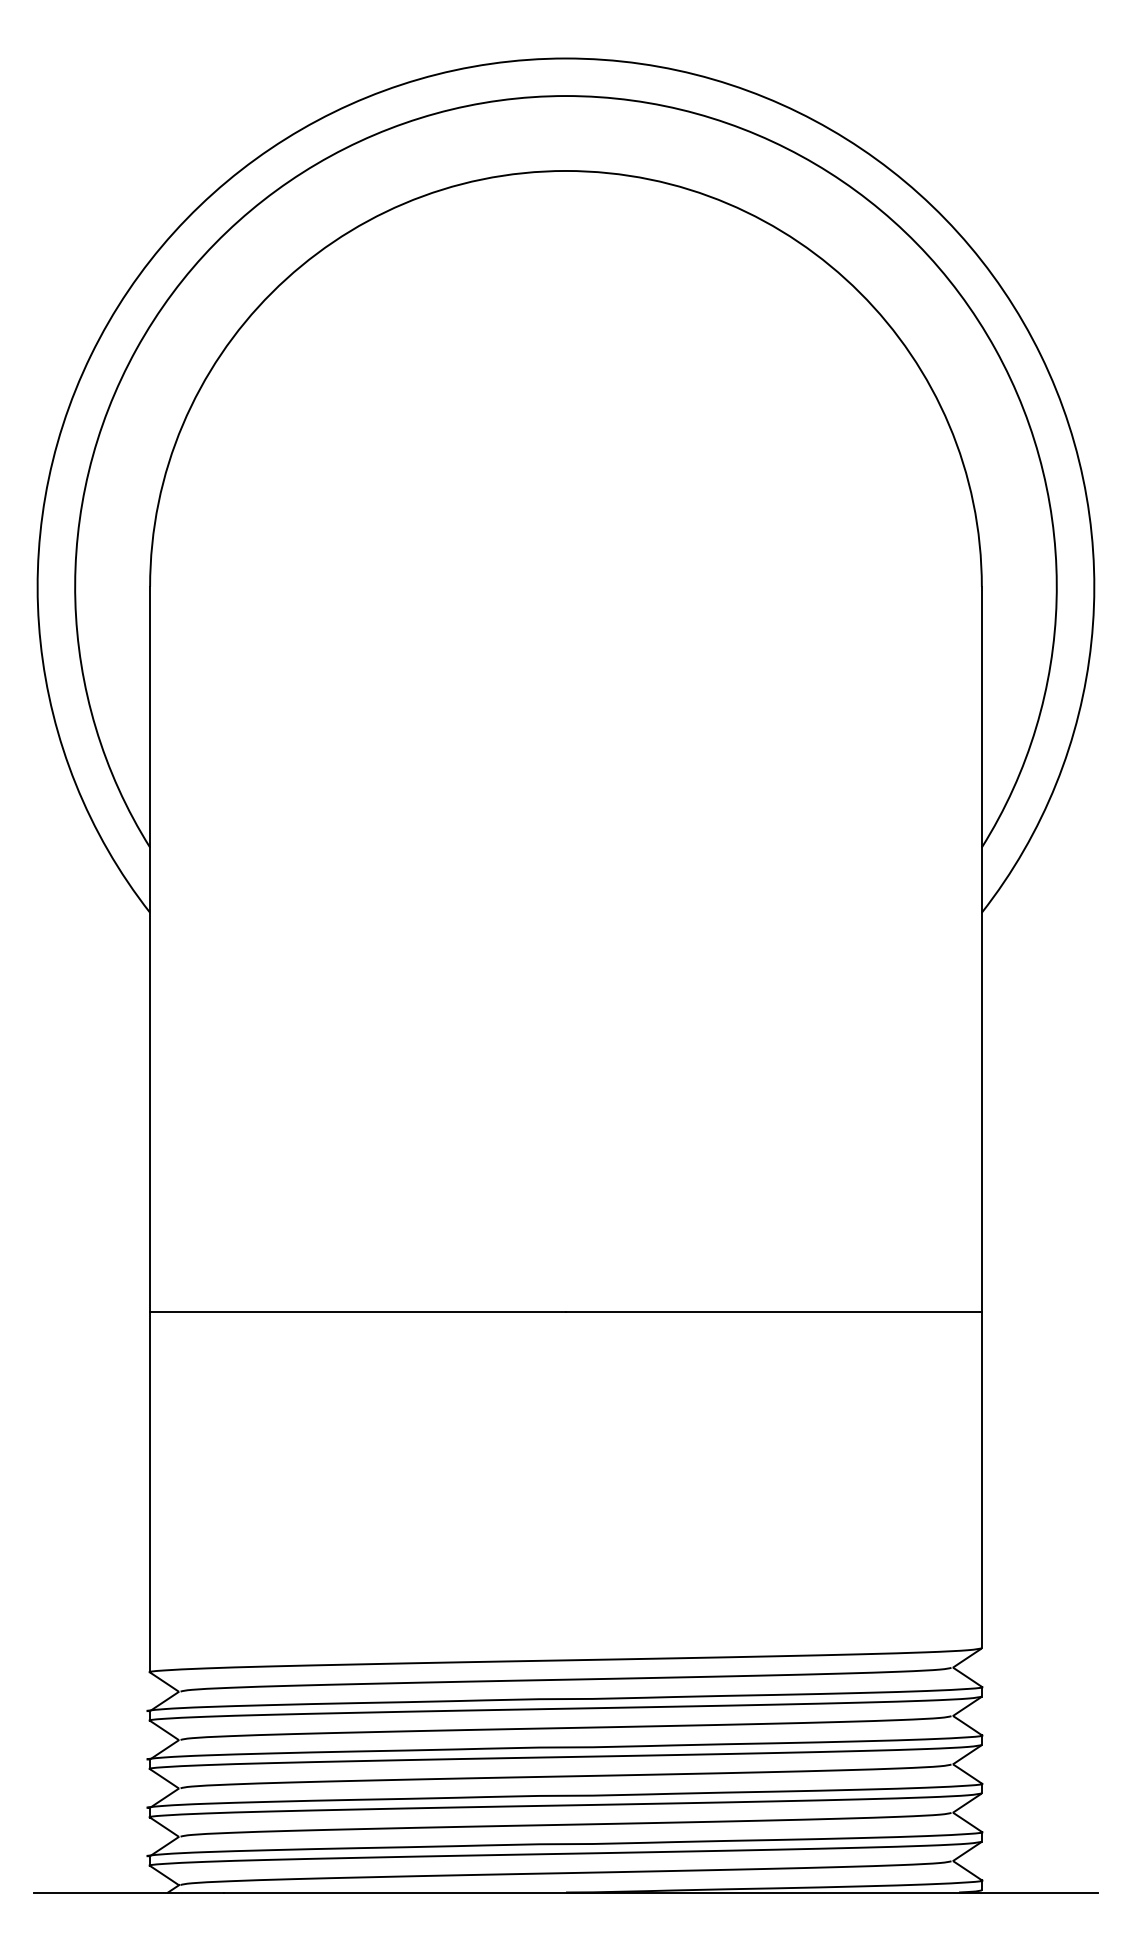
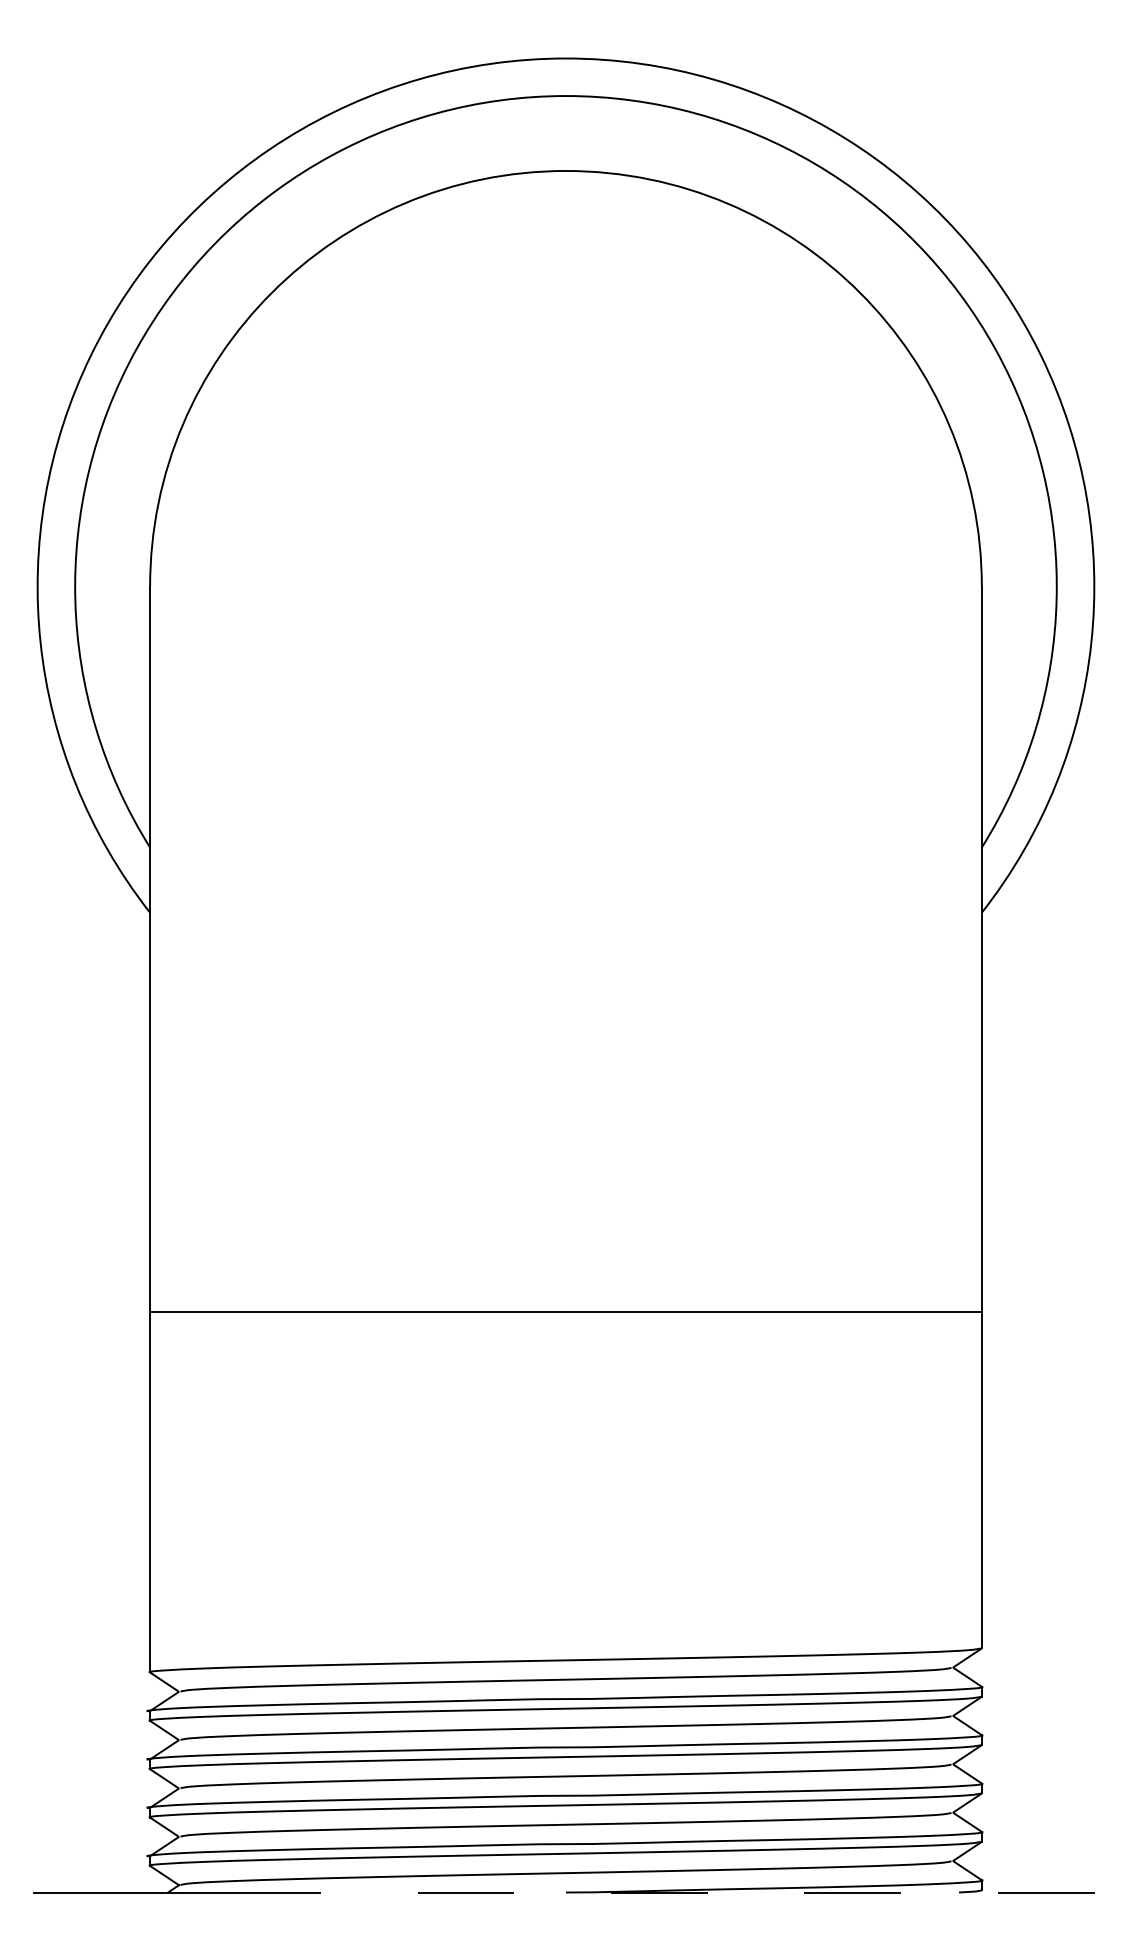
line at (661, 1892): solid -> dashed
